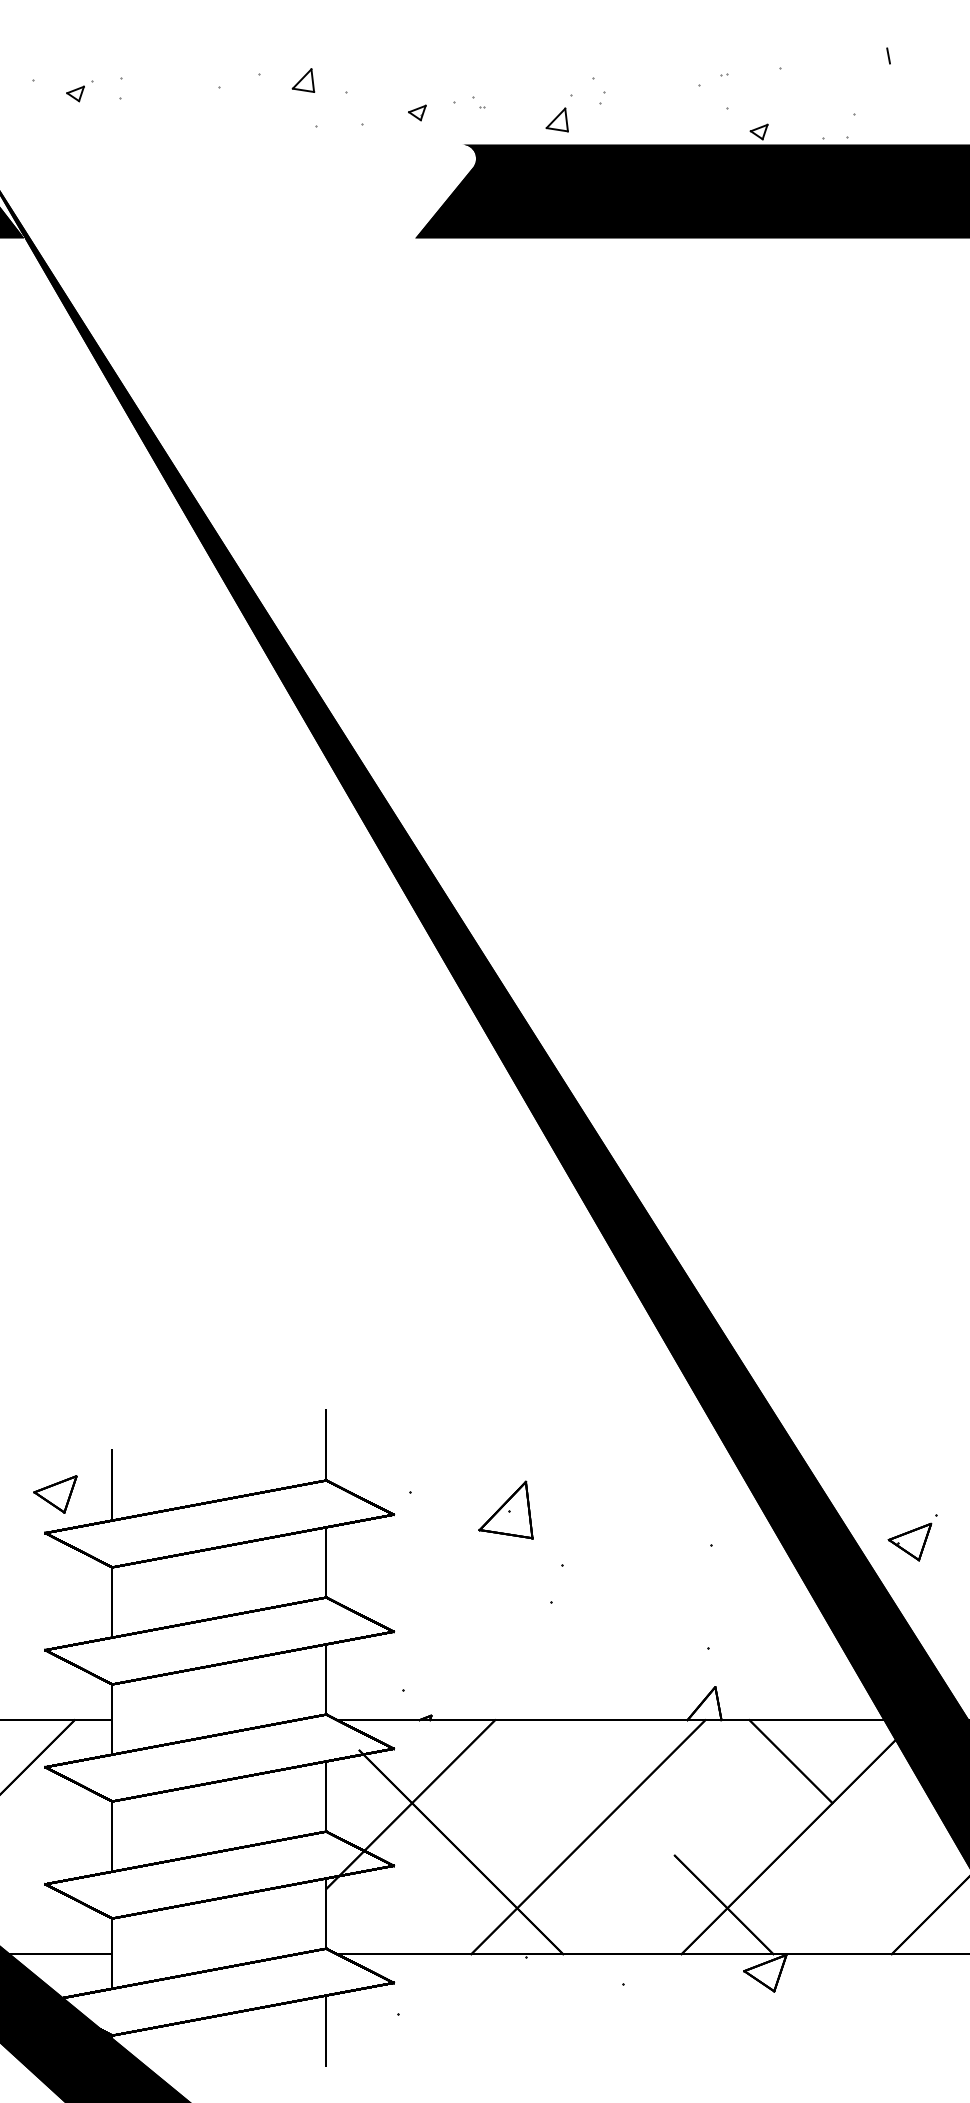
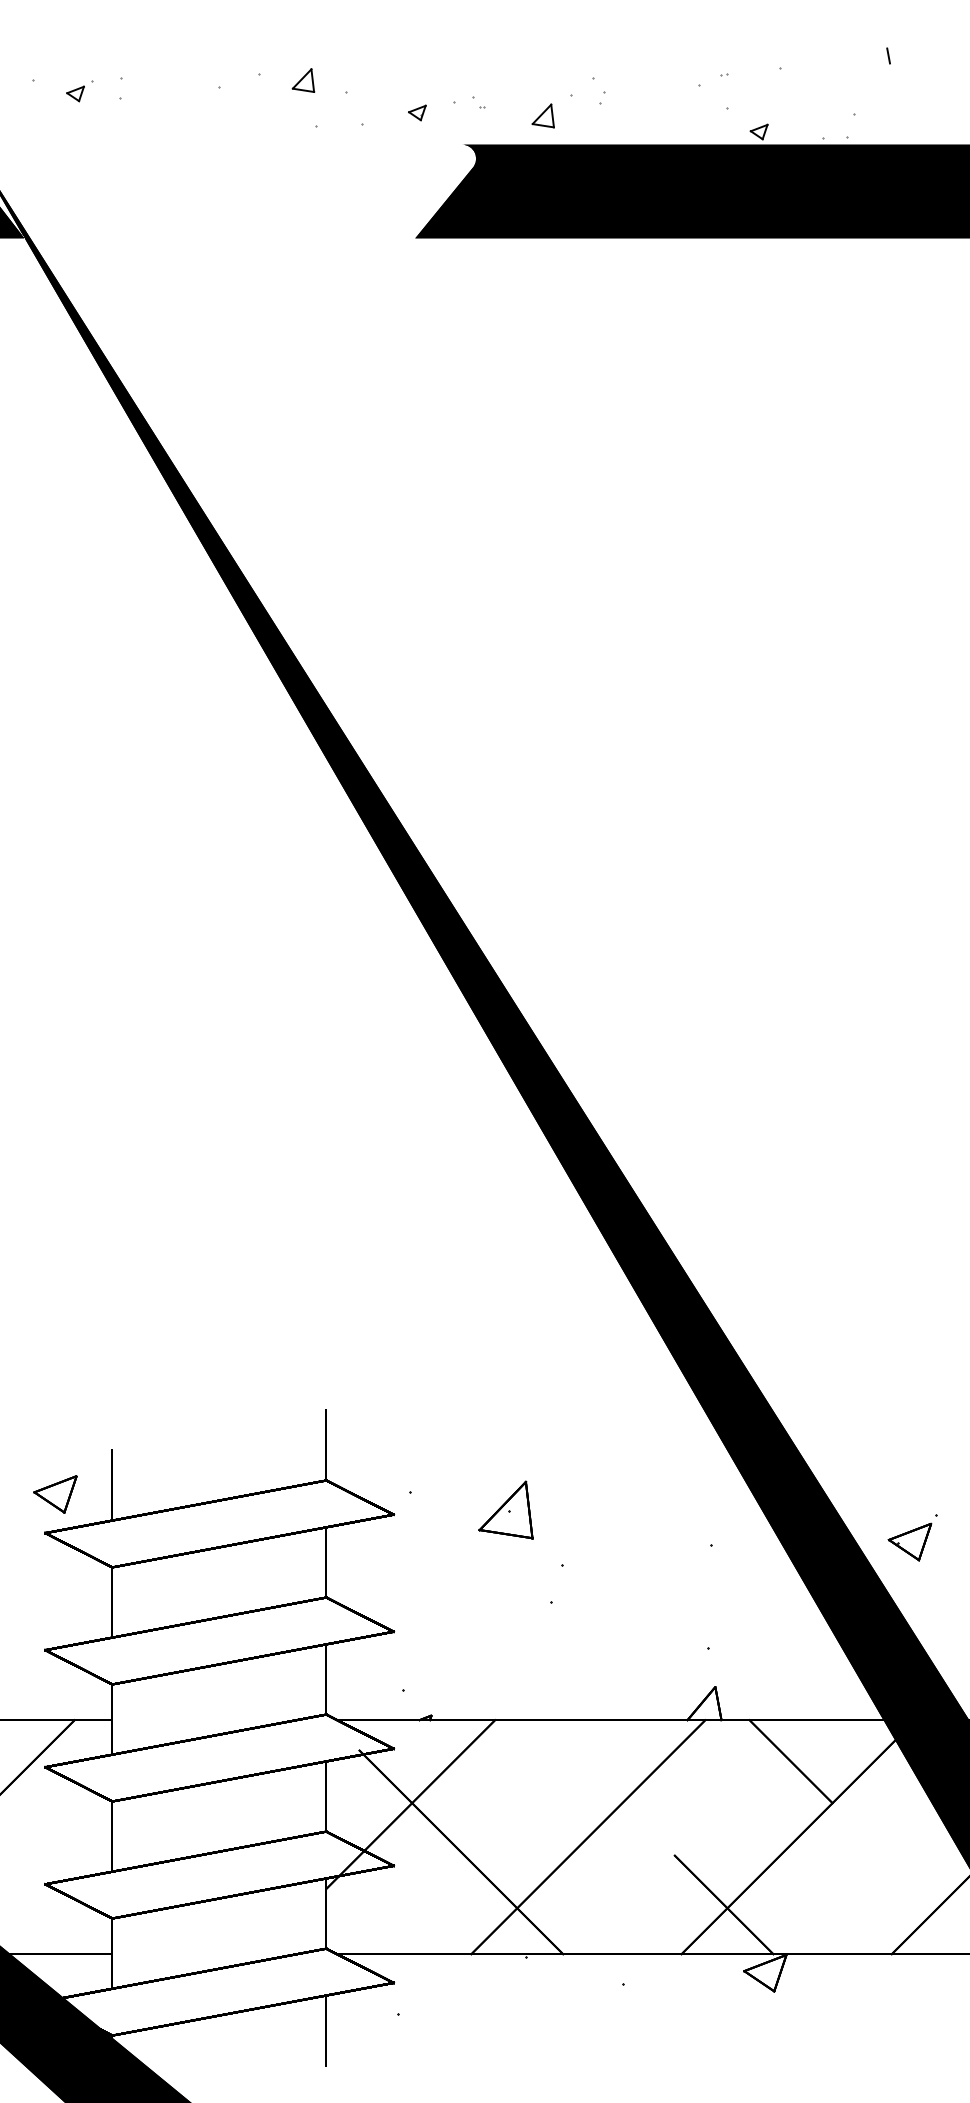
part at (556, 119) position: (556, 119) -> (542, 115)
